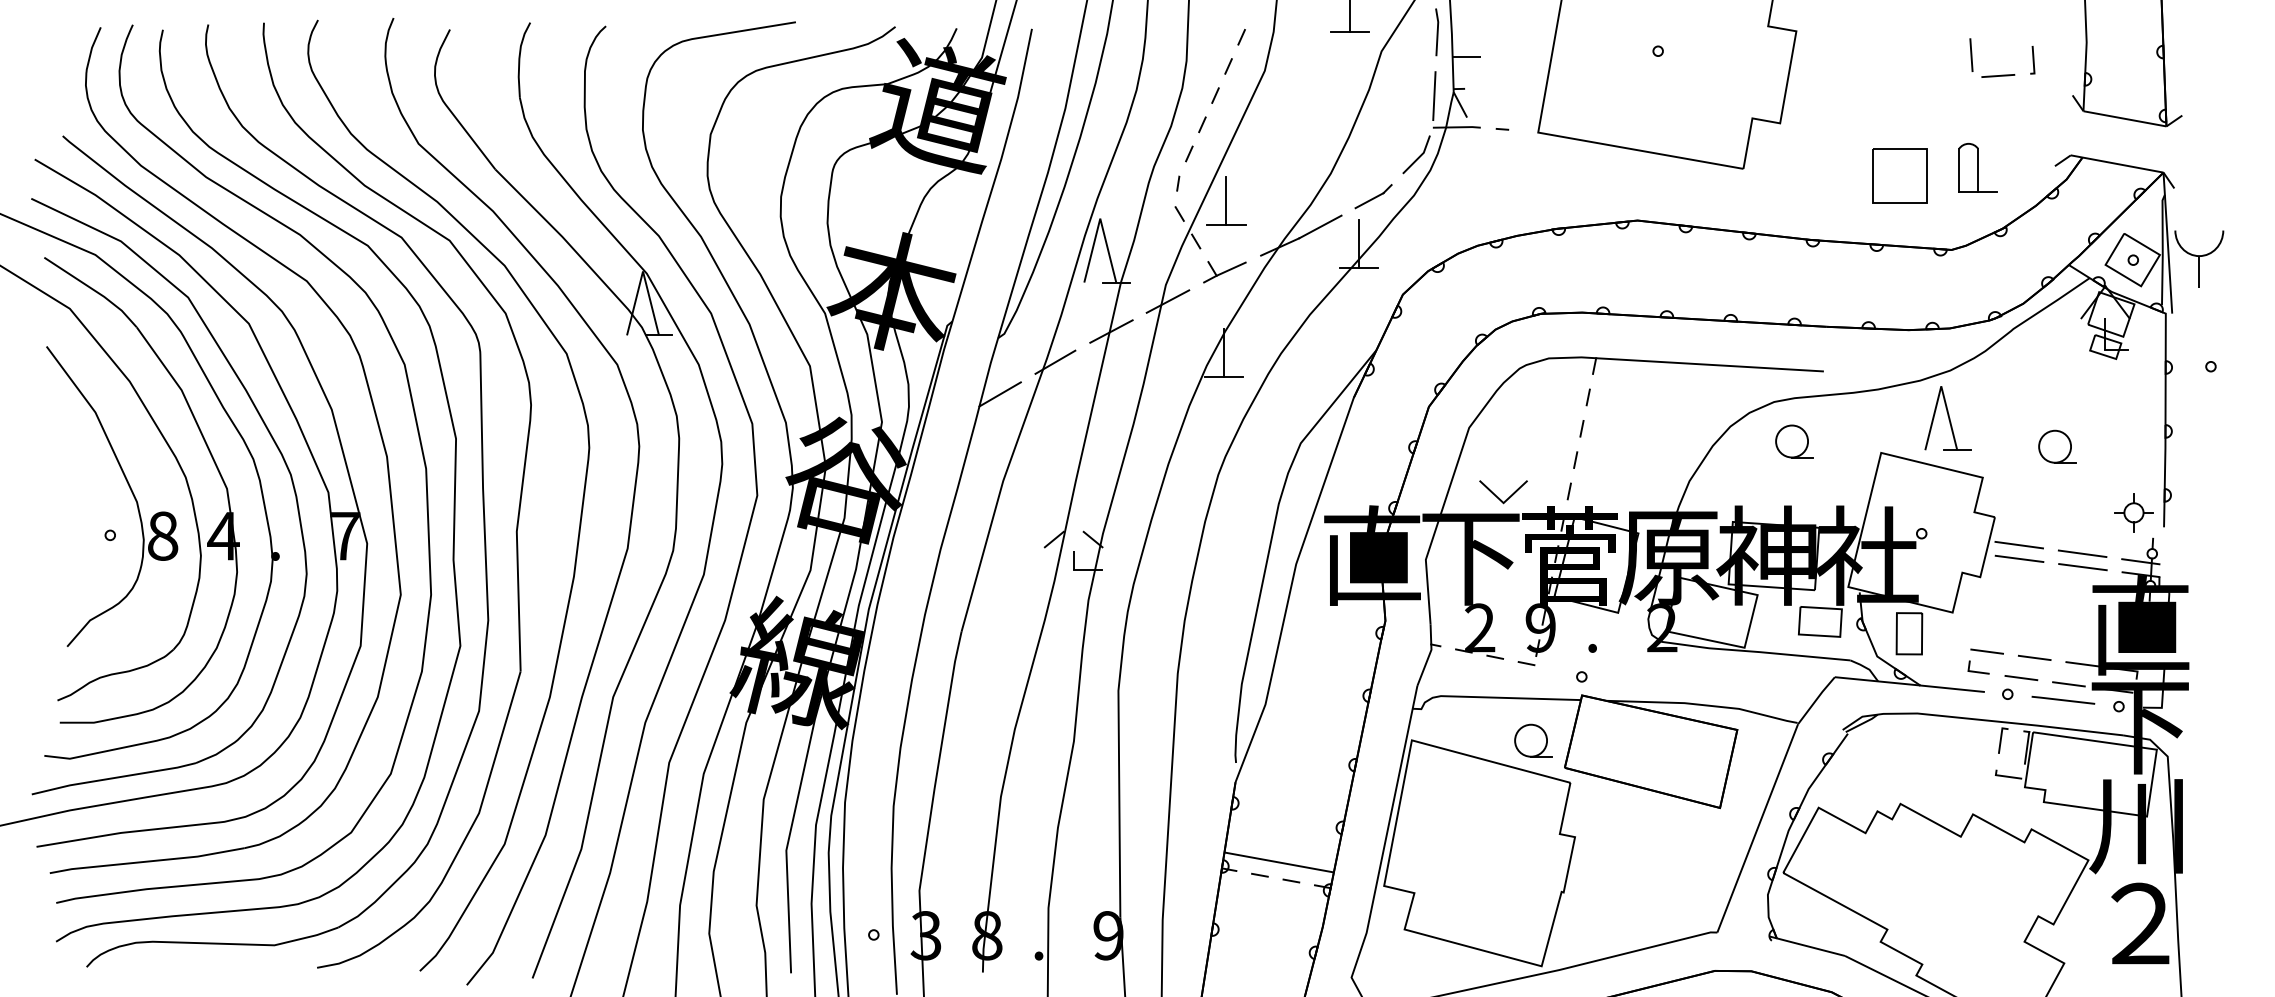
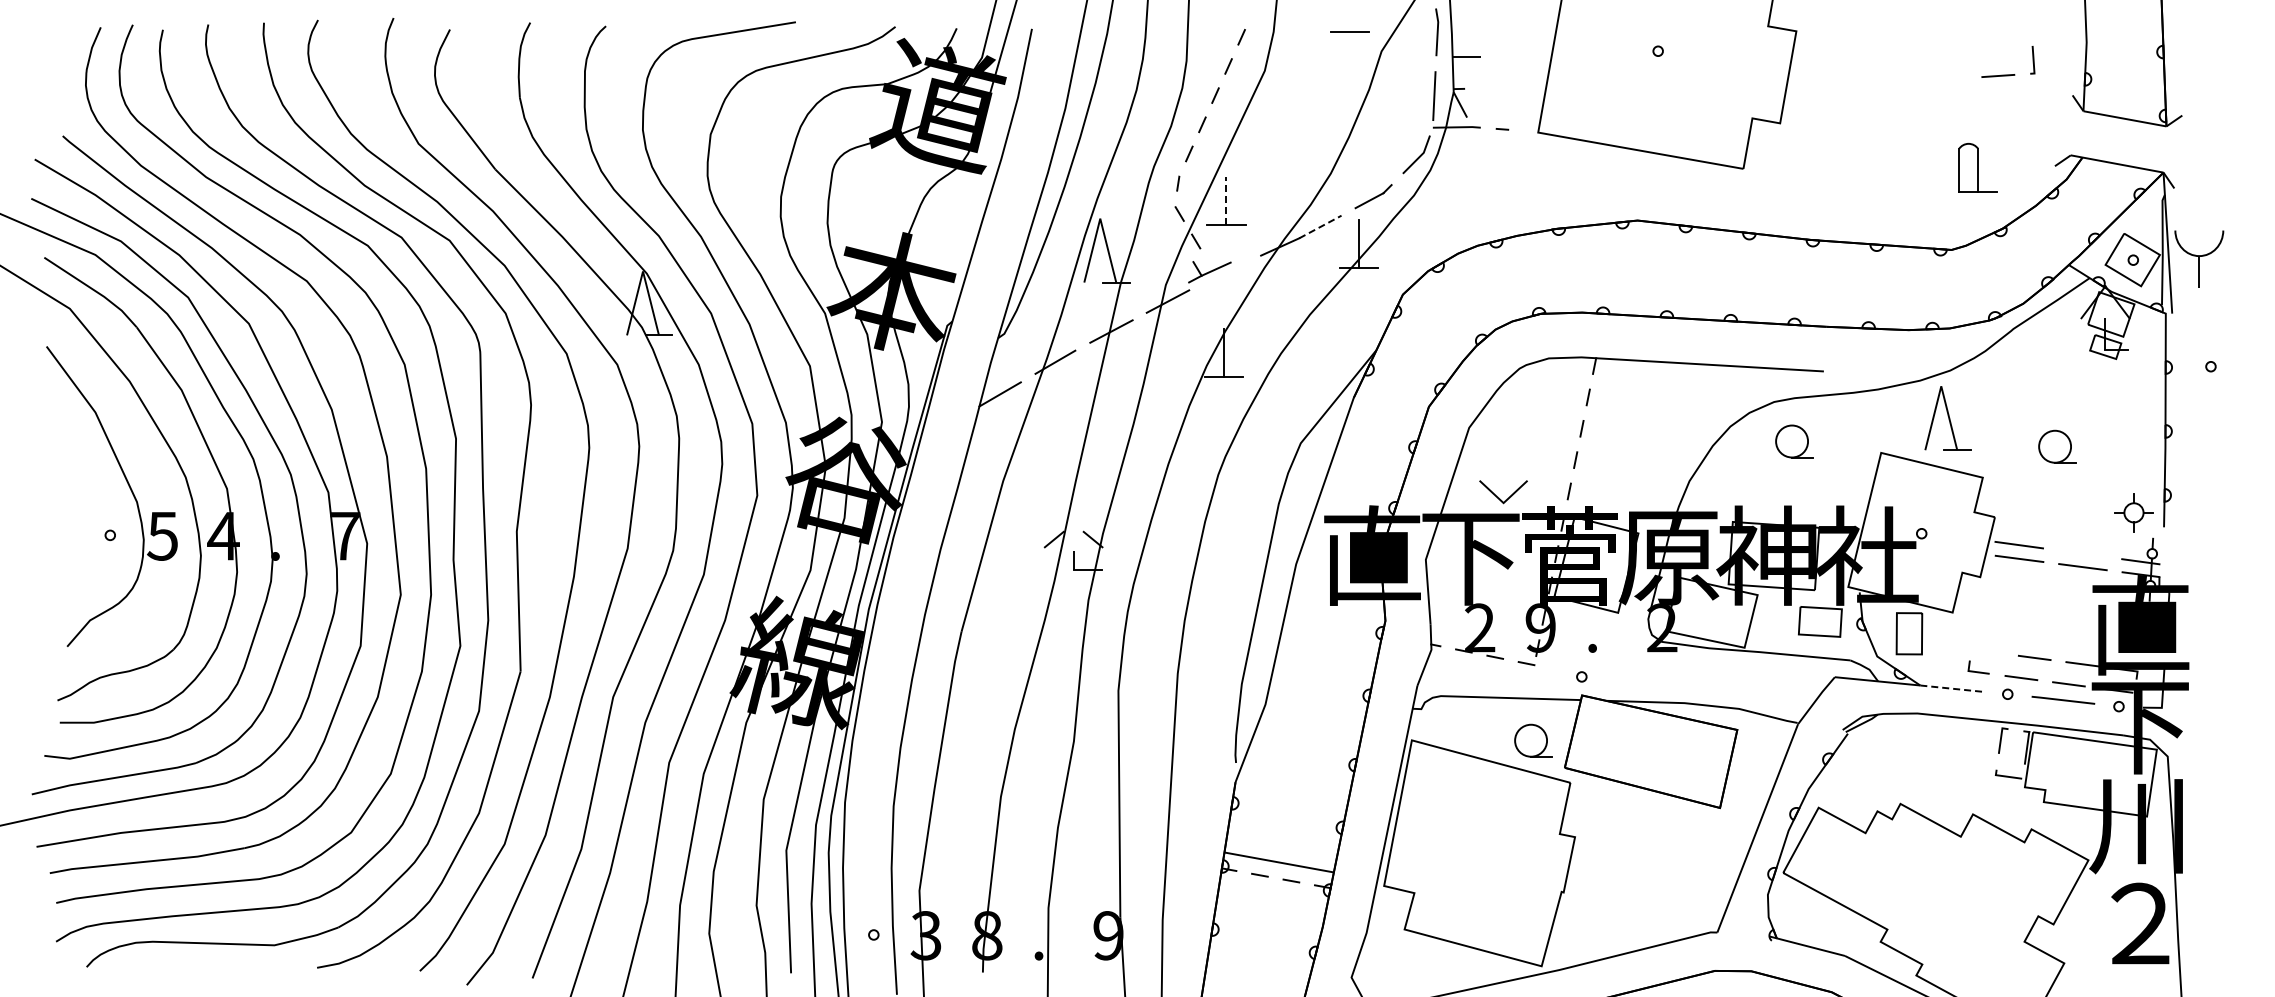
line at (1350, 16): present -> none
line at (1971, 55): present -> none
part at (1899, 175): present -> none
line at (1226, 200): solid -> dashed
line at (1320, 227): solid -> dashed
part at (1224, 272) position: (1224, 272) -> (1209, 272)
text at (162, 535): 8 -> 5
line at (2082, 553): present -> none
line at (1987, 651): present -> none
line at (1952, 688): solid -> dashed
